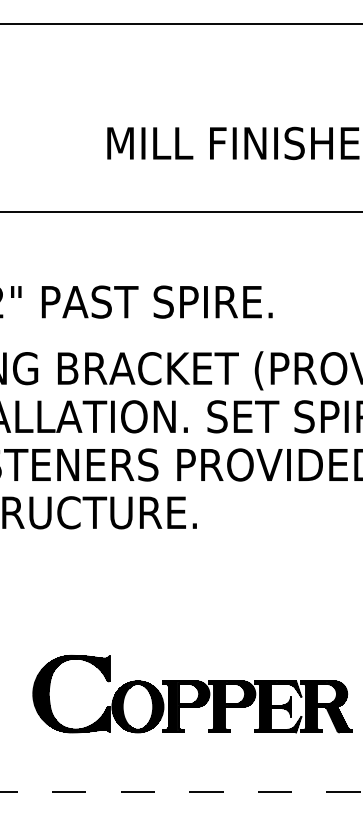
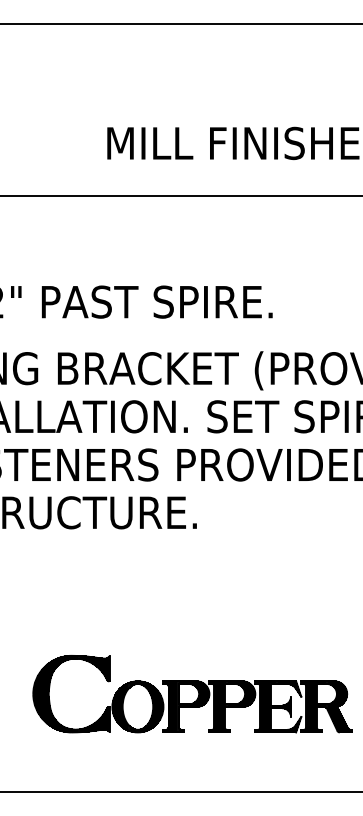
line at (180, 211) position: (180, 211) -> (180, 195)
line at (181, 791): dashed -> solid
